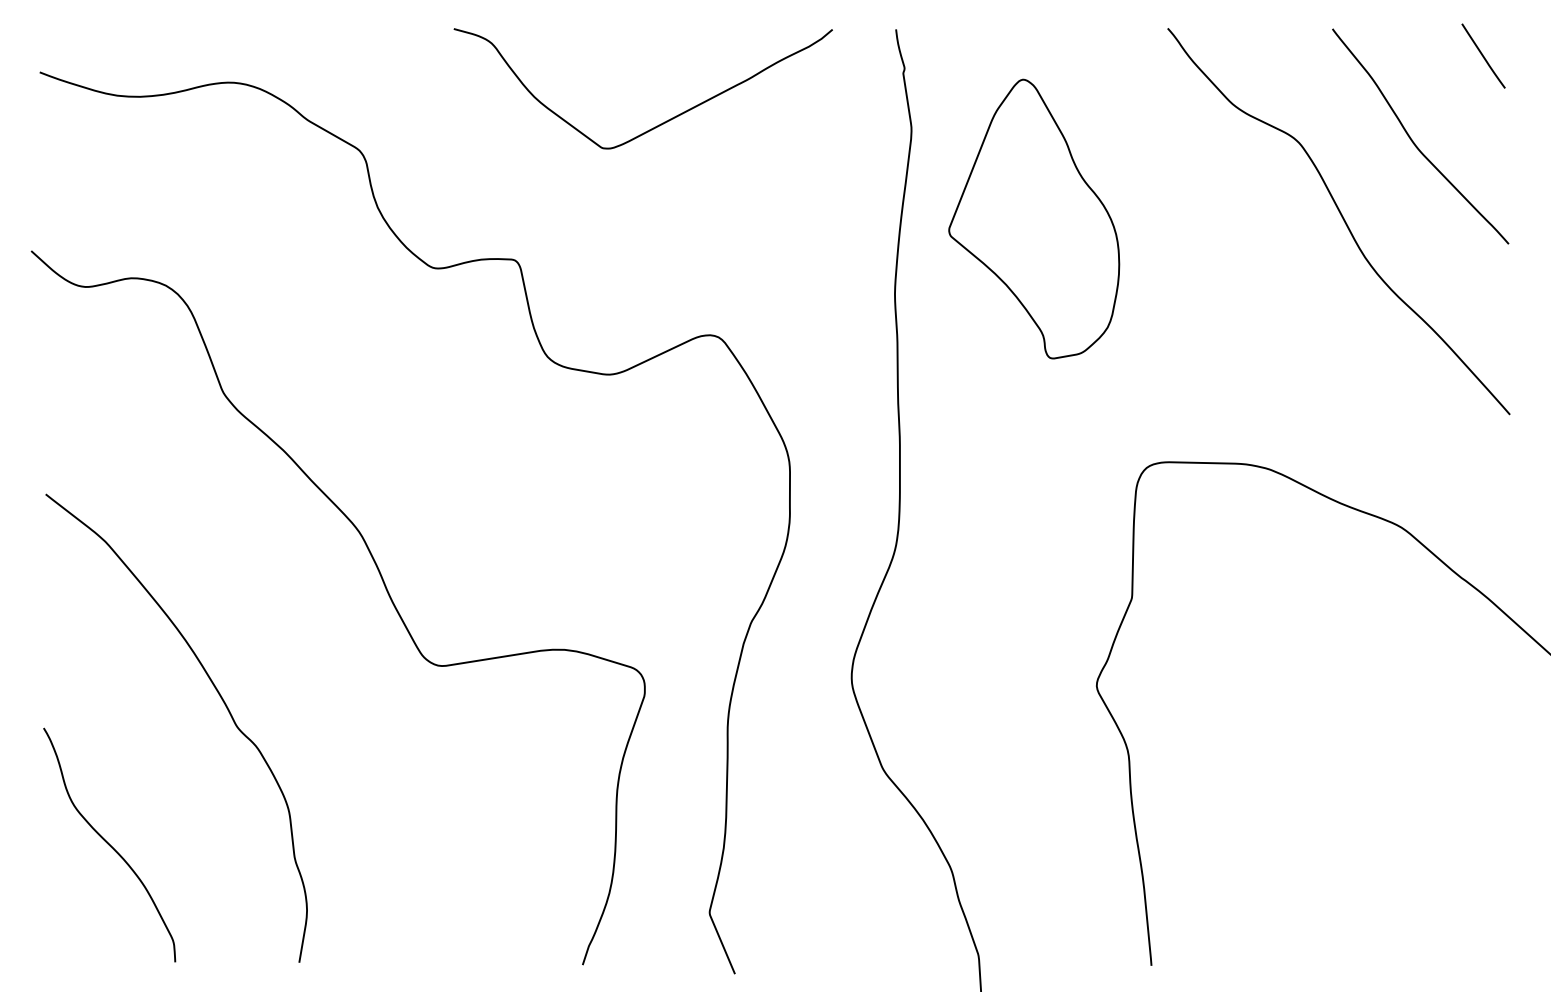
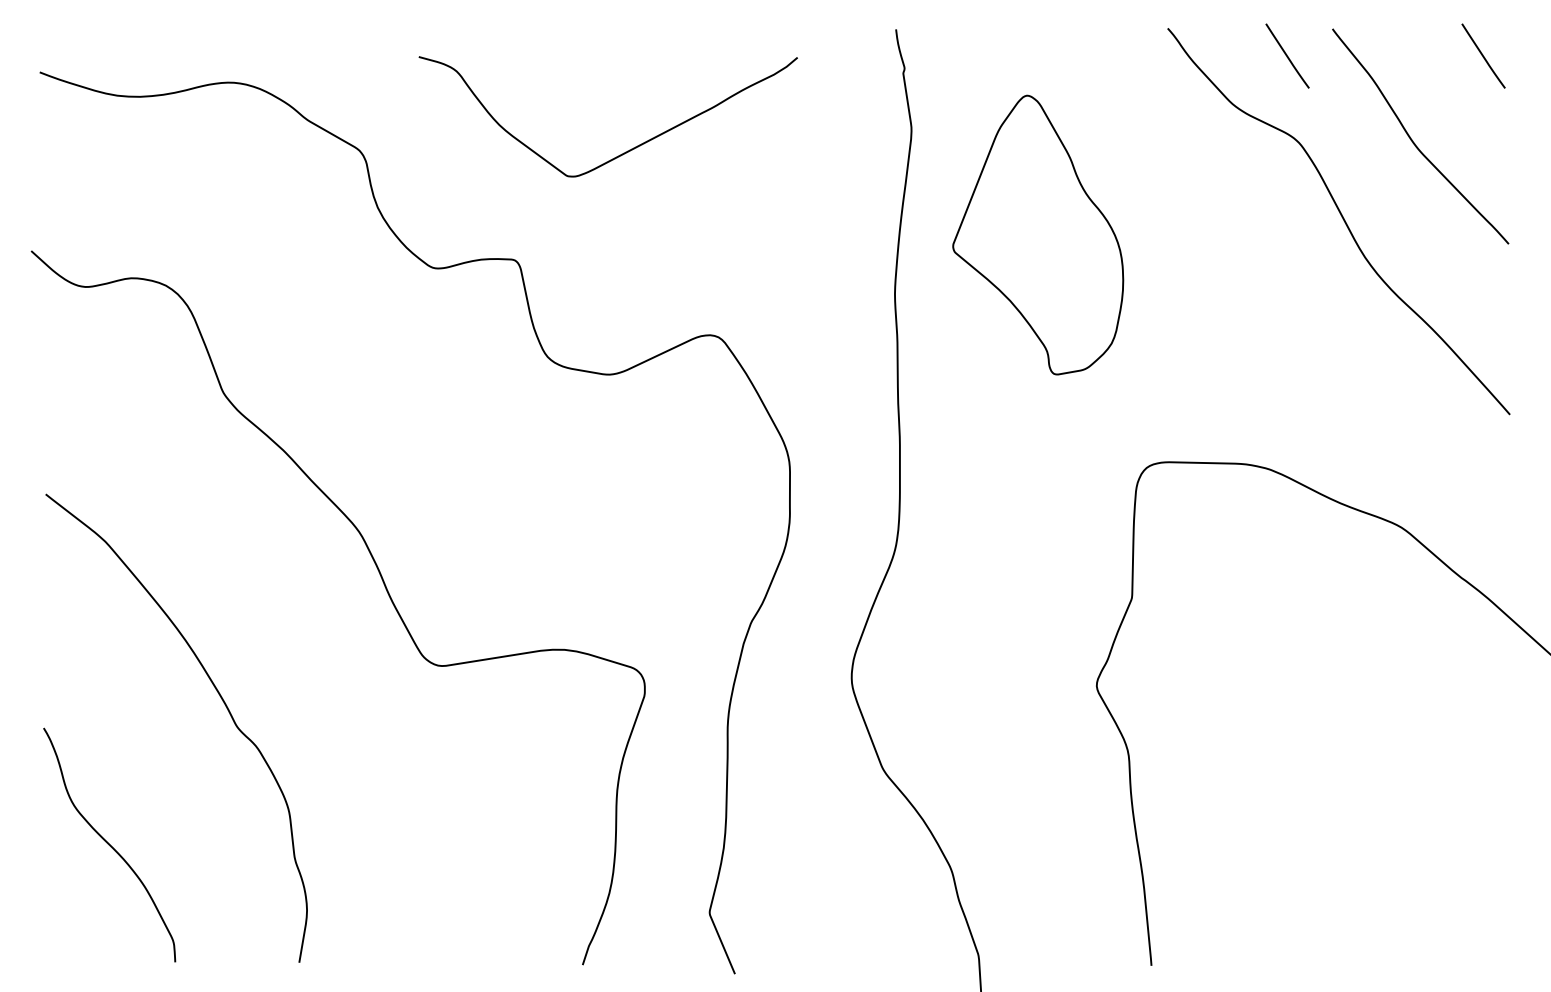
line at (1287, 55): none -> present
curve at (660, 123) position: (660, 123) -> (625, 151)
part at (1034, 218) position: (1034, 218) -> (1038, 234)
